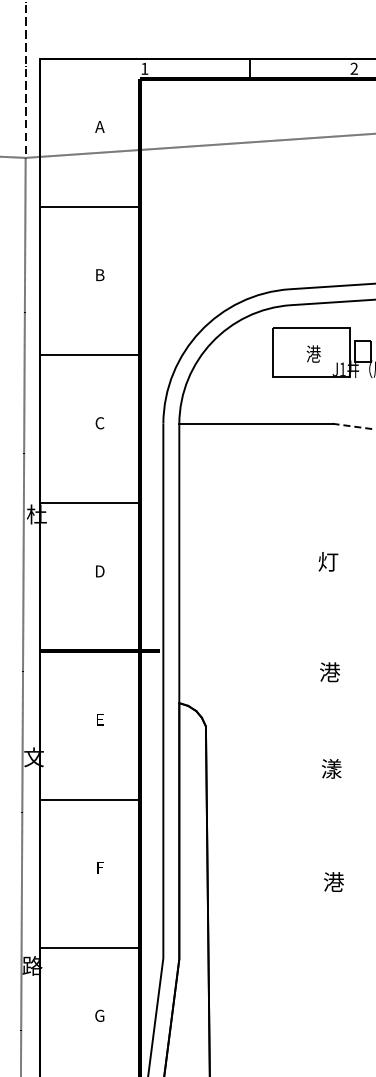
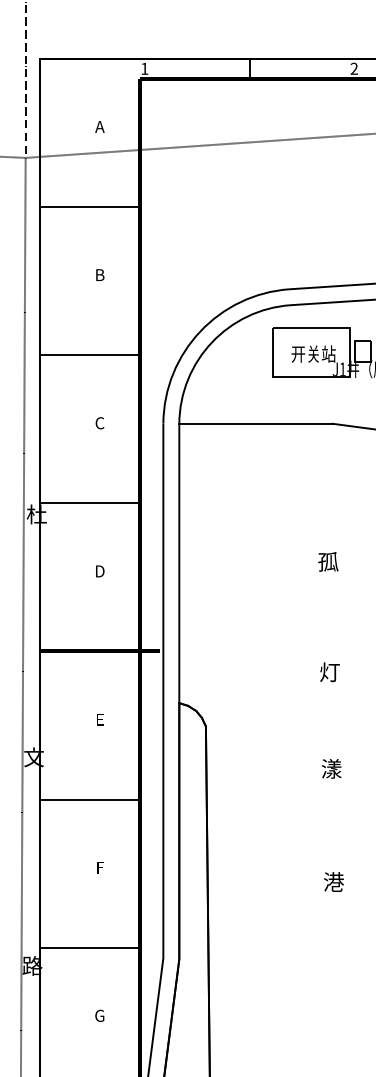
text at (313, 353): 港 -> 开关站
line at (354, 426): dashed -> solid
text at (328, 561): 灯 -> 孤
text at (329, 672): 港 -> 灯
